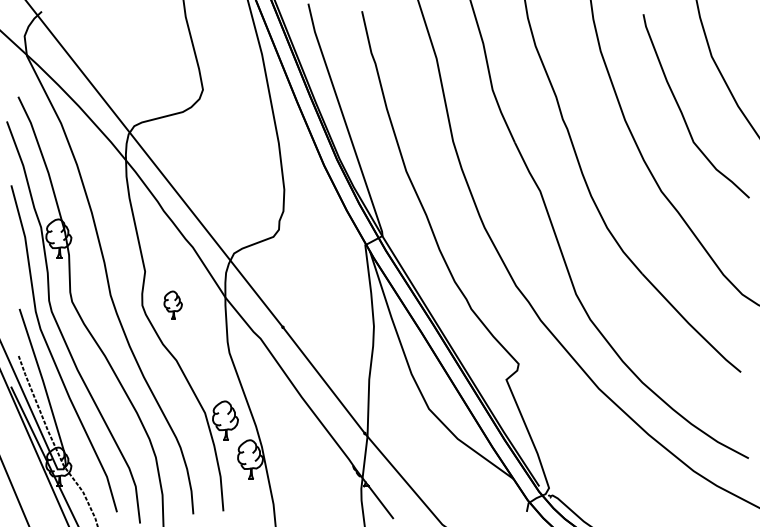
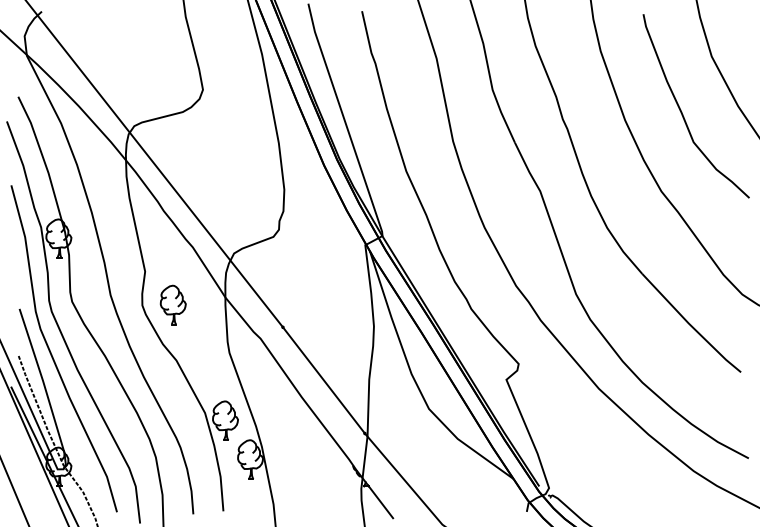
part at (172, 304) size: 20x30 px -> 28x42 px
